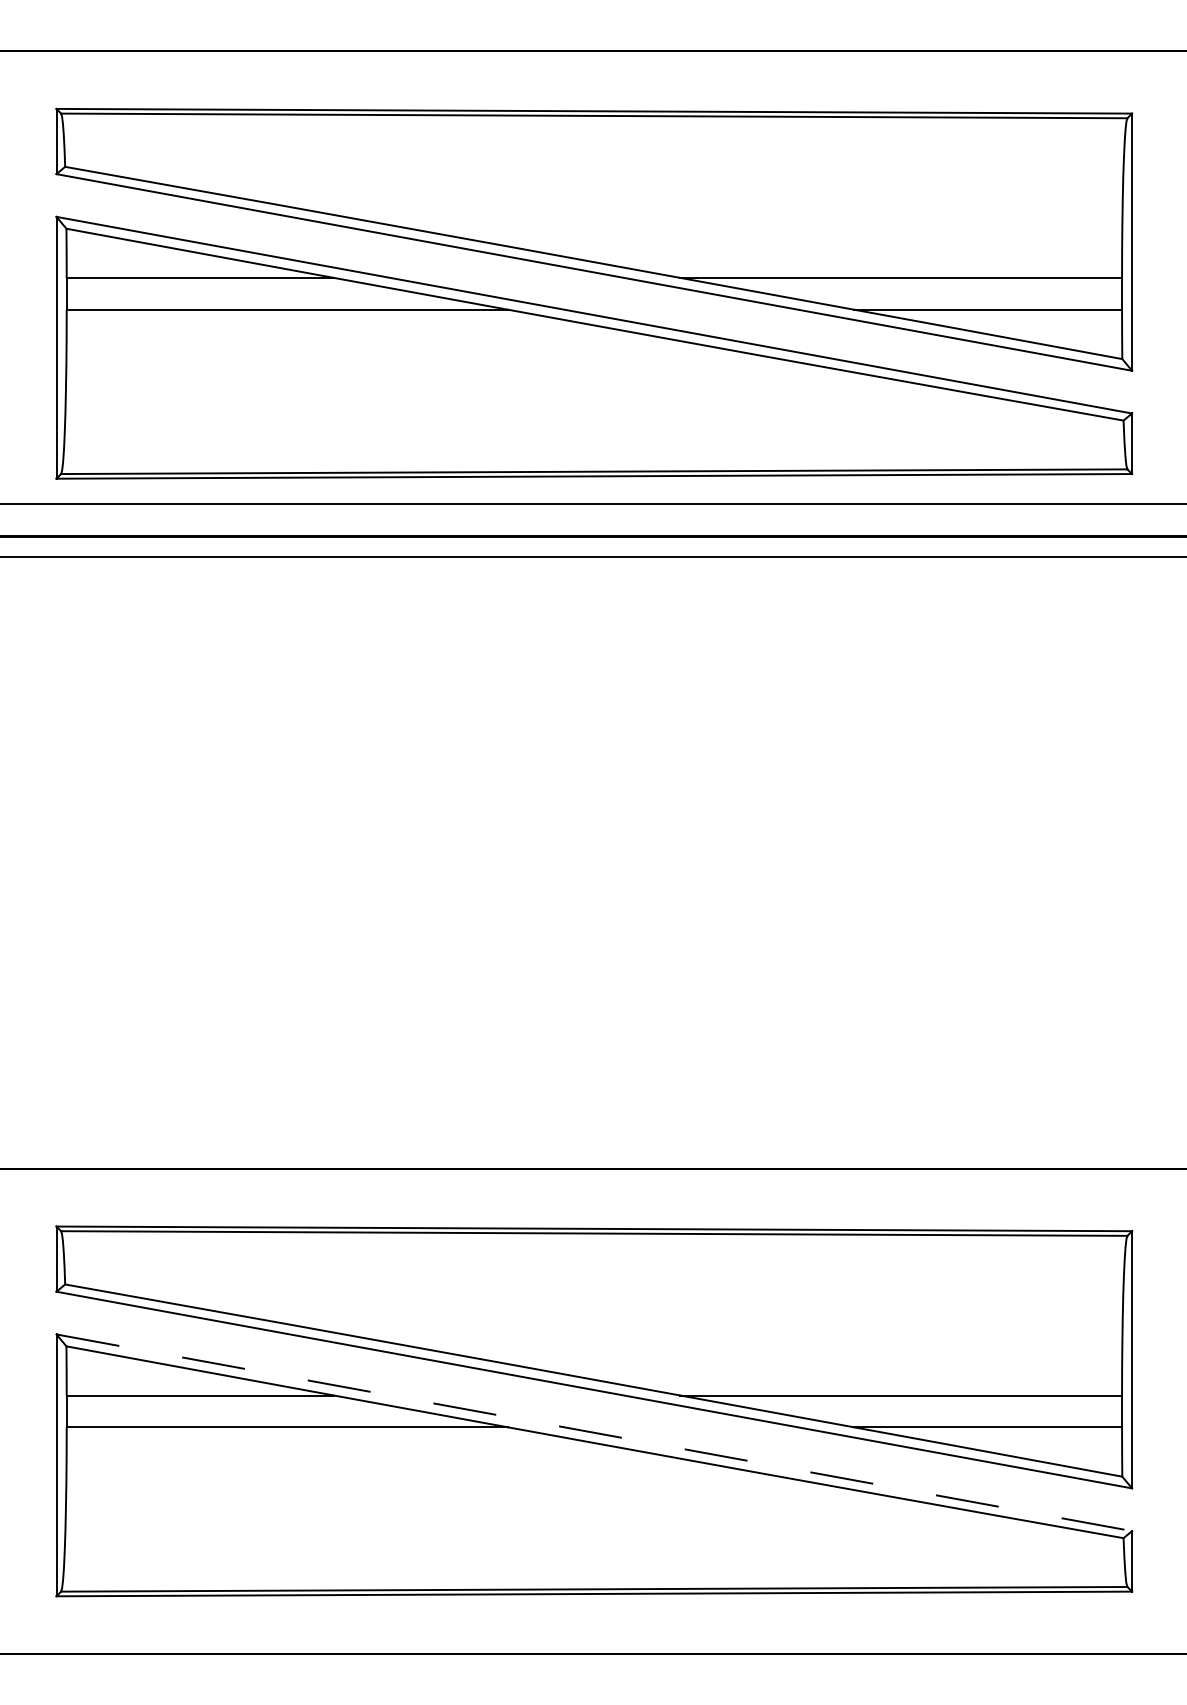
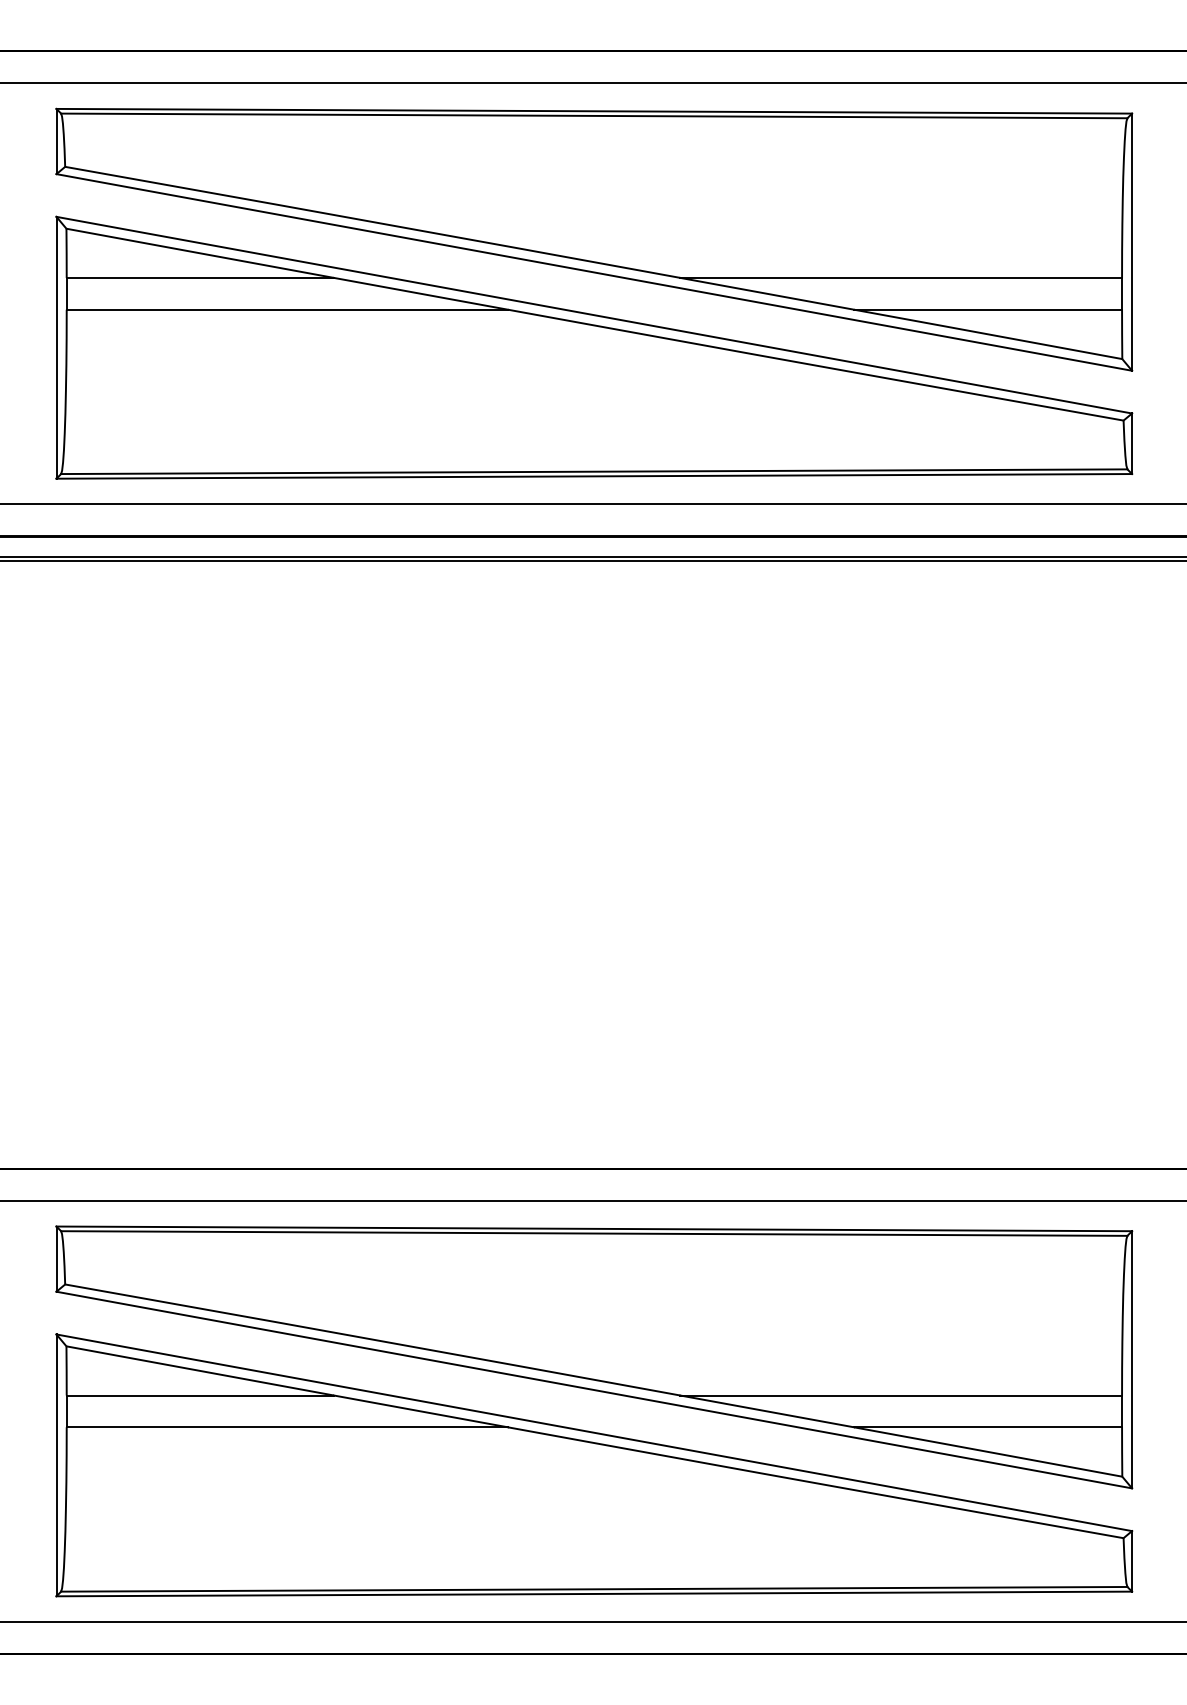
line at (592, 83): none -> present
line at (592, 560): none -> present
line at (592, 1200): none -> present
line at (594, 1432): dashed -> solid
line at (592, 1621): none -> present
